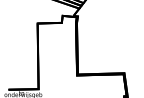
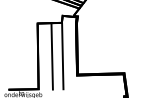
line at (51, 56): none -> present
line at (62, 56): none -> present
